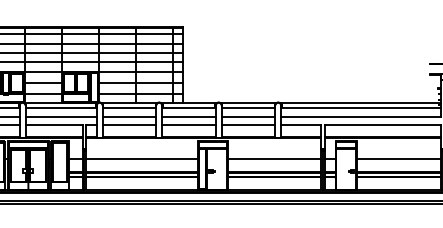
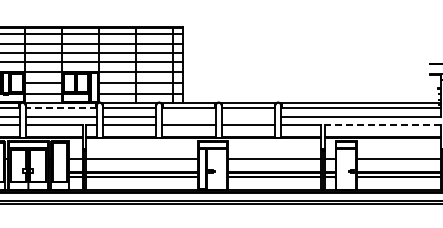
line at (61, 107): solid -> dashed
line at (188, 117): present -> none
line at (248, 117): present -> none
line at (382, 124): solid -> dashed
